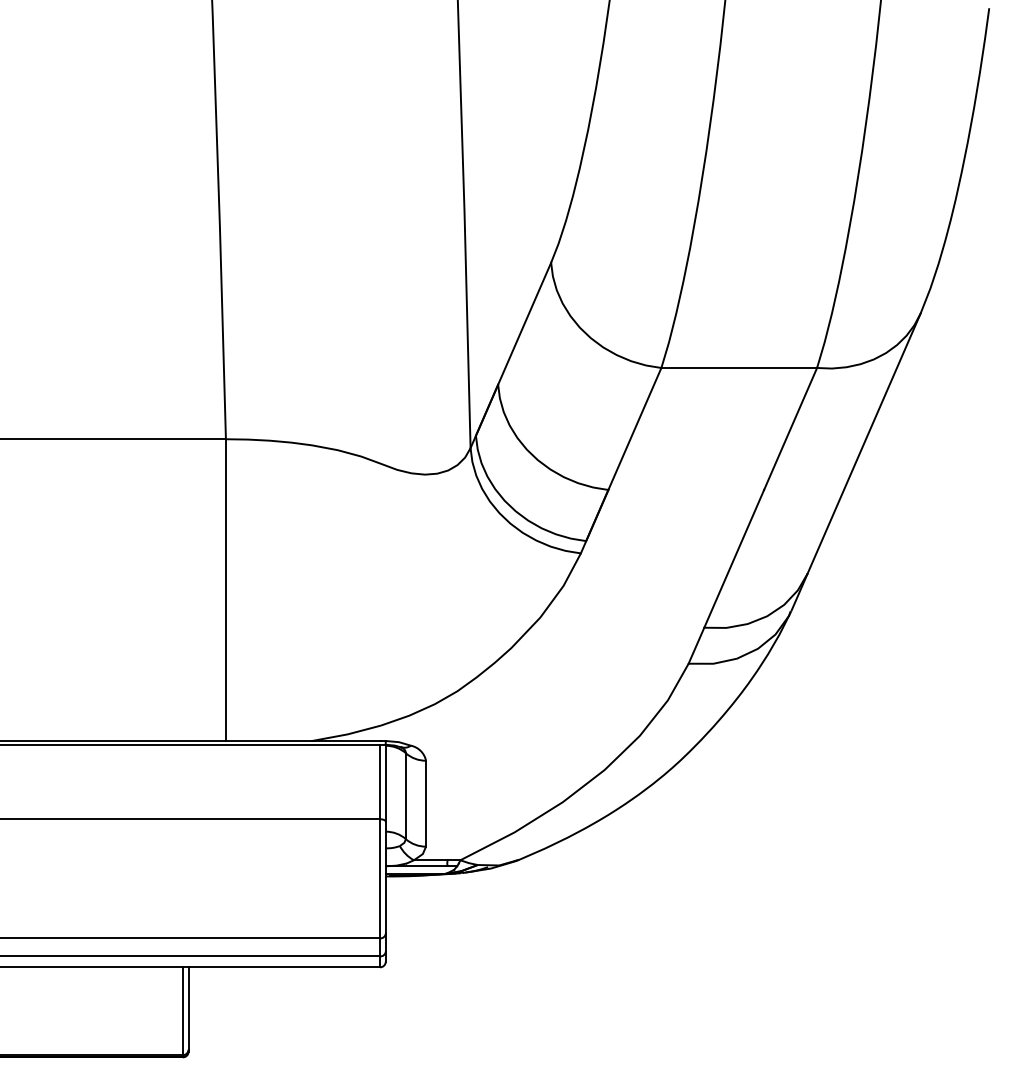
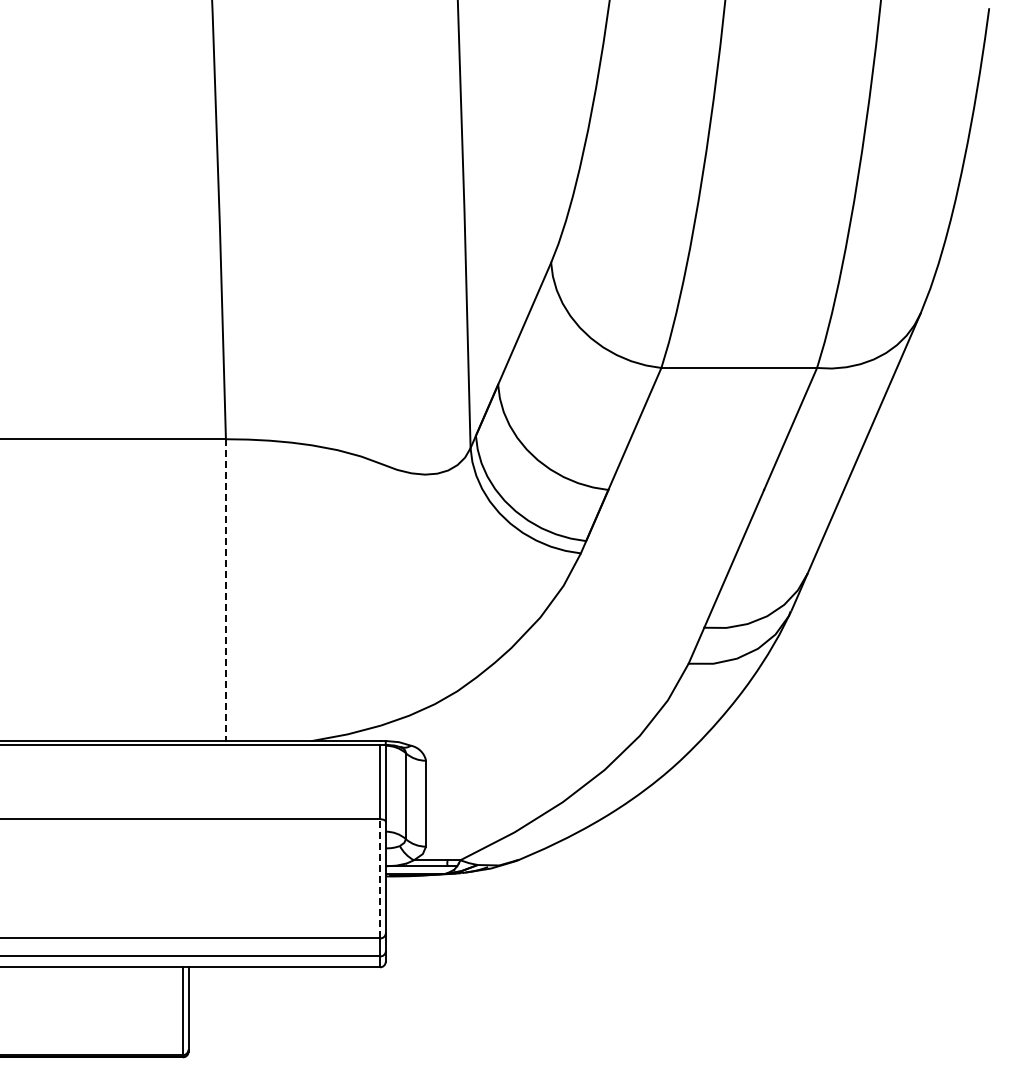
line at (225, 589): solid -> dashed
line at (380, 878): solid -> dashed
